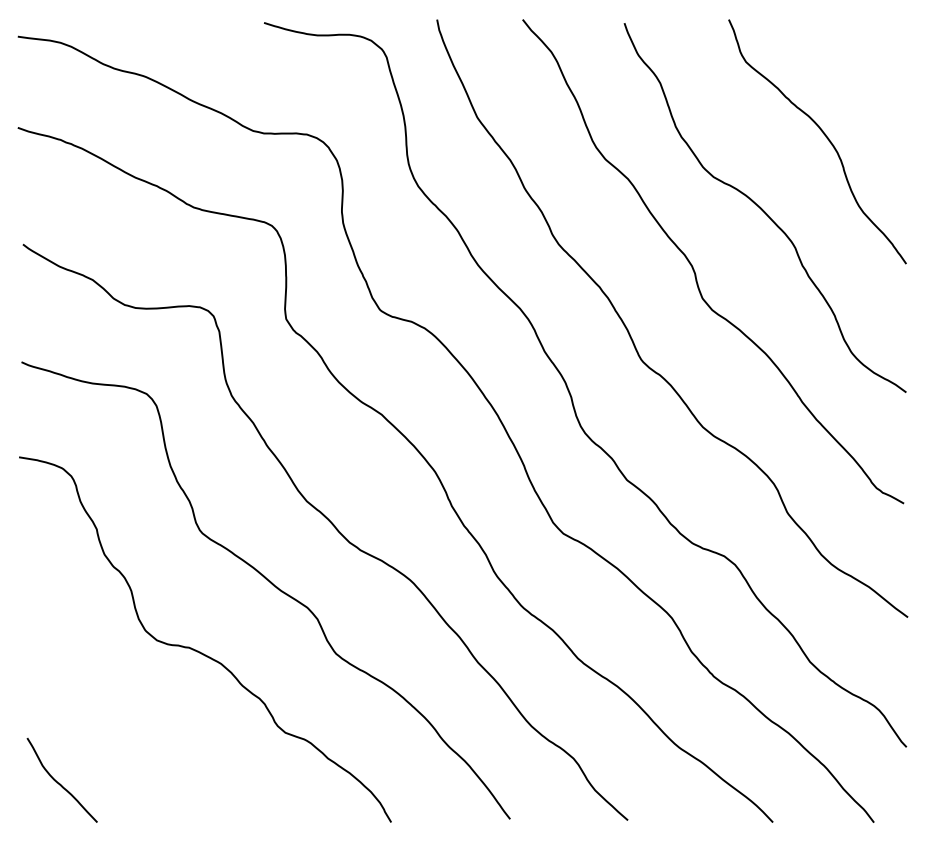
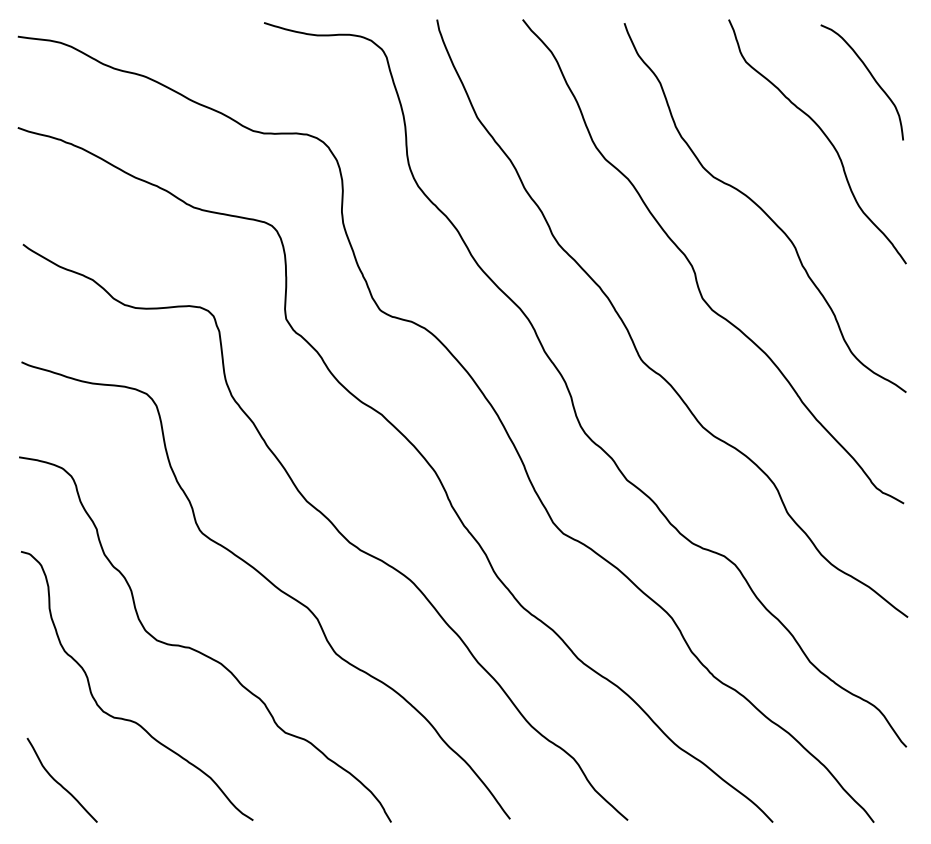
curve at (870, 75): none -> present
curve at (130, 719): none -> present
